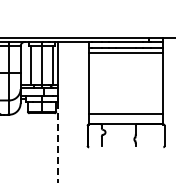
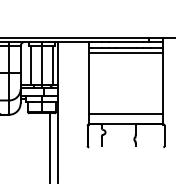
line at (57, 142): dashed -> solid
line at (50, 146): none -> present
